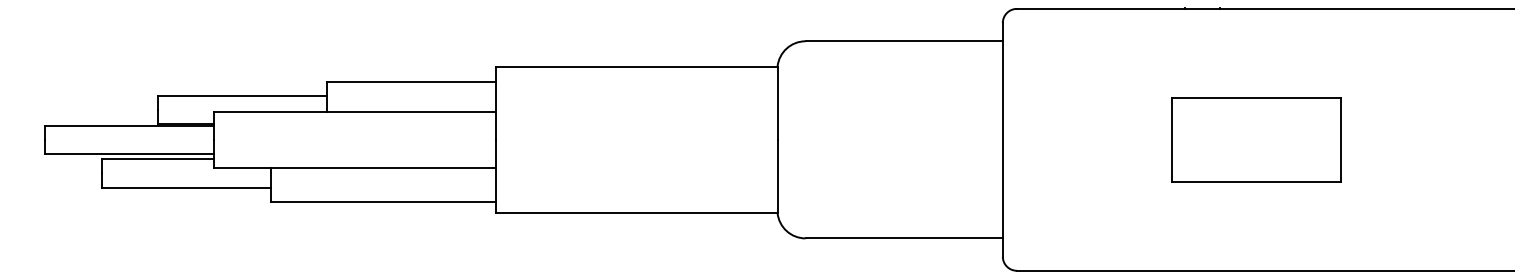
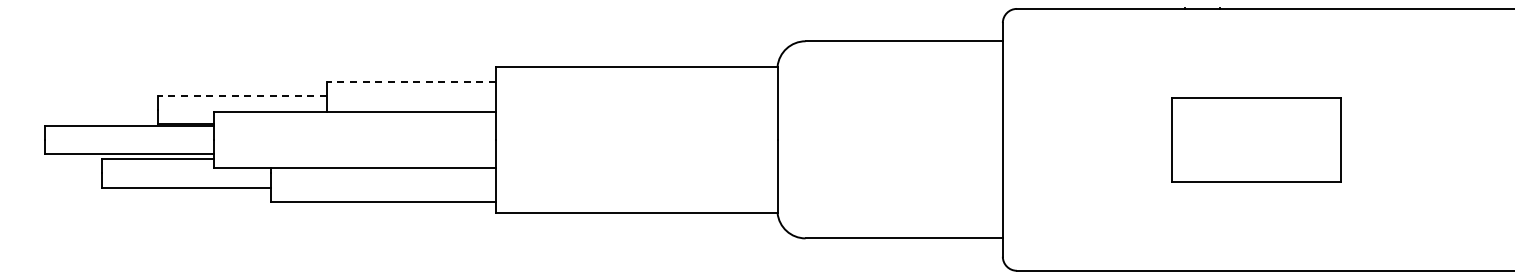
line at (411, 82): solid -> dashed
line at (242, 96): solid -> dashed
